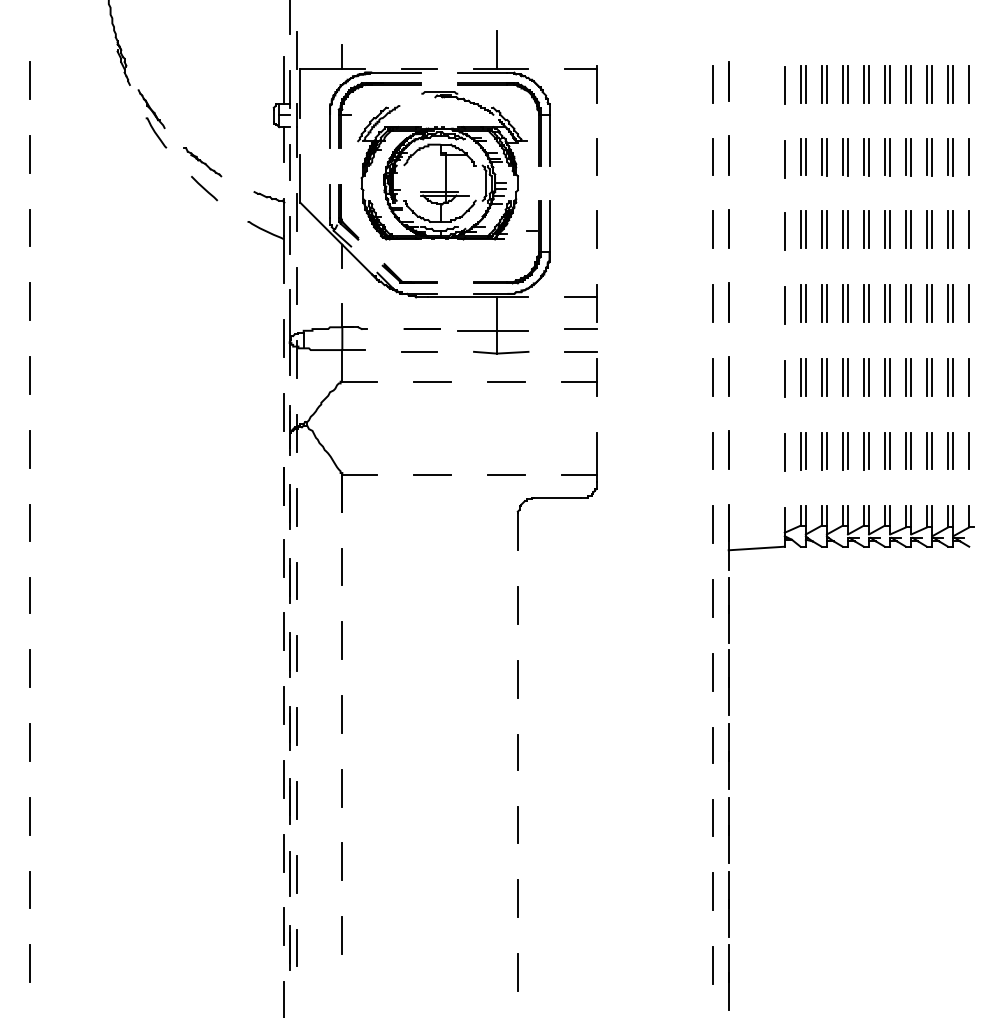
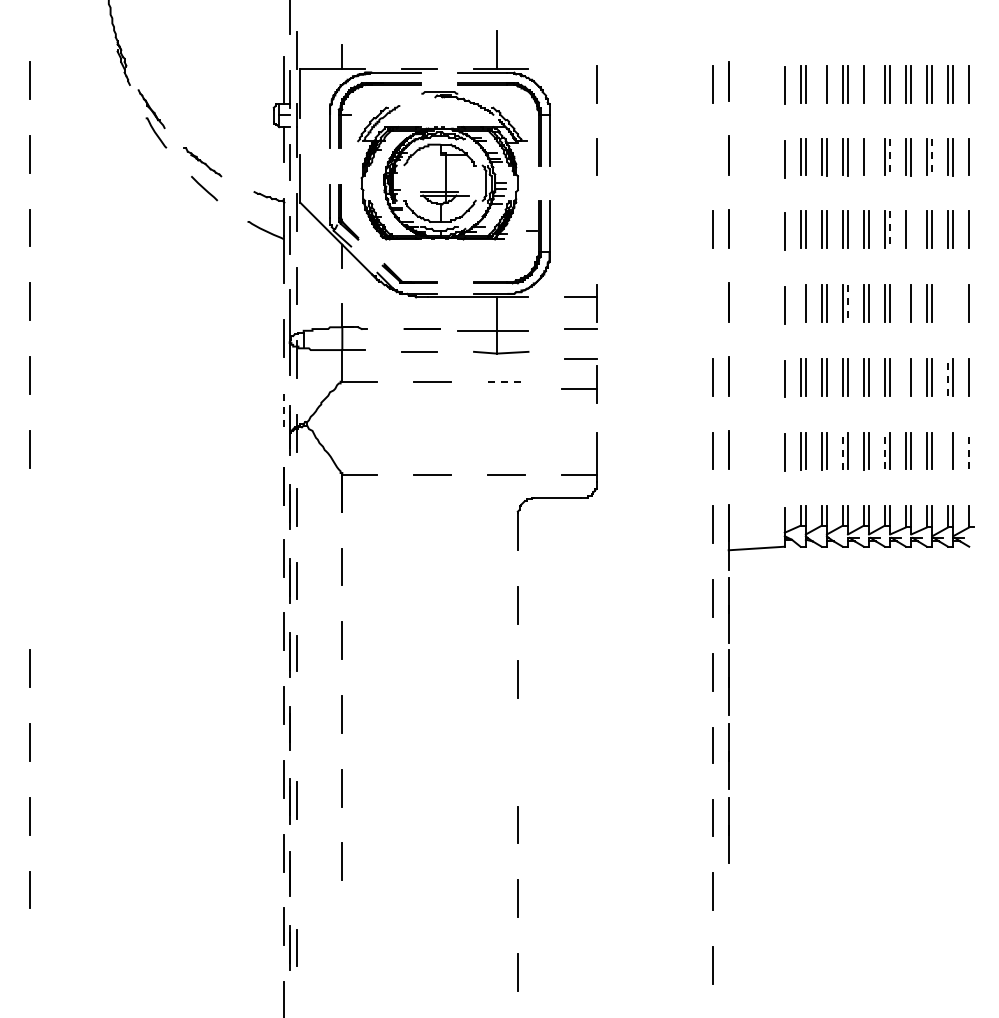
line at (580, 69): present -> none
line at (821, 83): present -> none
line at (869, 83): present -> none
line at (712, 156): present -> none
line at (869, 157): present -> none
line at (890, 158): solid -> dashed
line at (932, 158): solid -> dashed
line at (596, 229): present -> none
line at (911, 229): present -> none
line at (890, 230): solid -> dashed
line at (712, 303): present -> none
line at (800, 303): present -> none
line at (905, 303): present -> none
part at (950, 303): present -> none
line at (848, 304): solid -> dashed
line at (905, 376): present -> none
line at (948, 376): solid -> dashed
line at (507, 381): solid -> dashed
part at (579, 381) position: (579, 381) -> (579, 388)
line at (284, 412): solid -> dashed
line at (842, 450): solid -> dashed
line at (884, 450): solid -> dashed
line at (948, 450): present -> none
line at (969, 450): solid -> dashed
line at (29, 522): present -> none
line at (29, 595): present -> none
line at (296, 726): present -> none
line at (517, 751): present -> none
line at (296, 873): present -> none
line at (342, 935): present -> none
line at (728, 937): present -> none
line at (29, 963): present -> none
